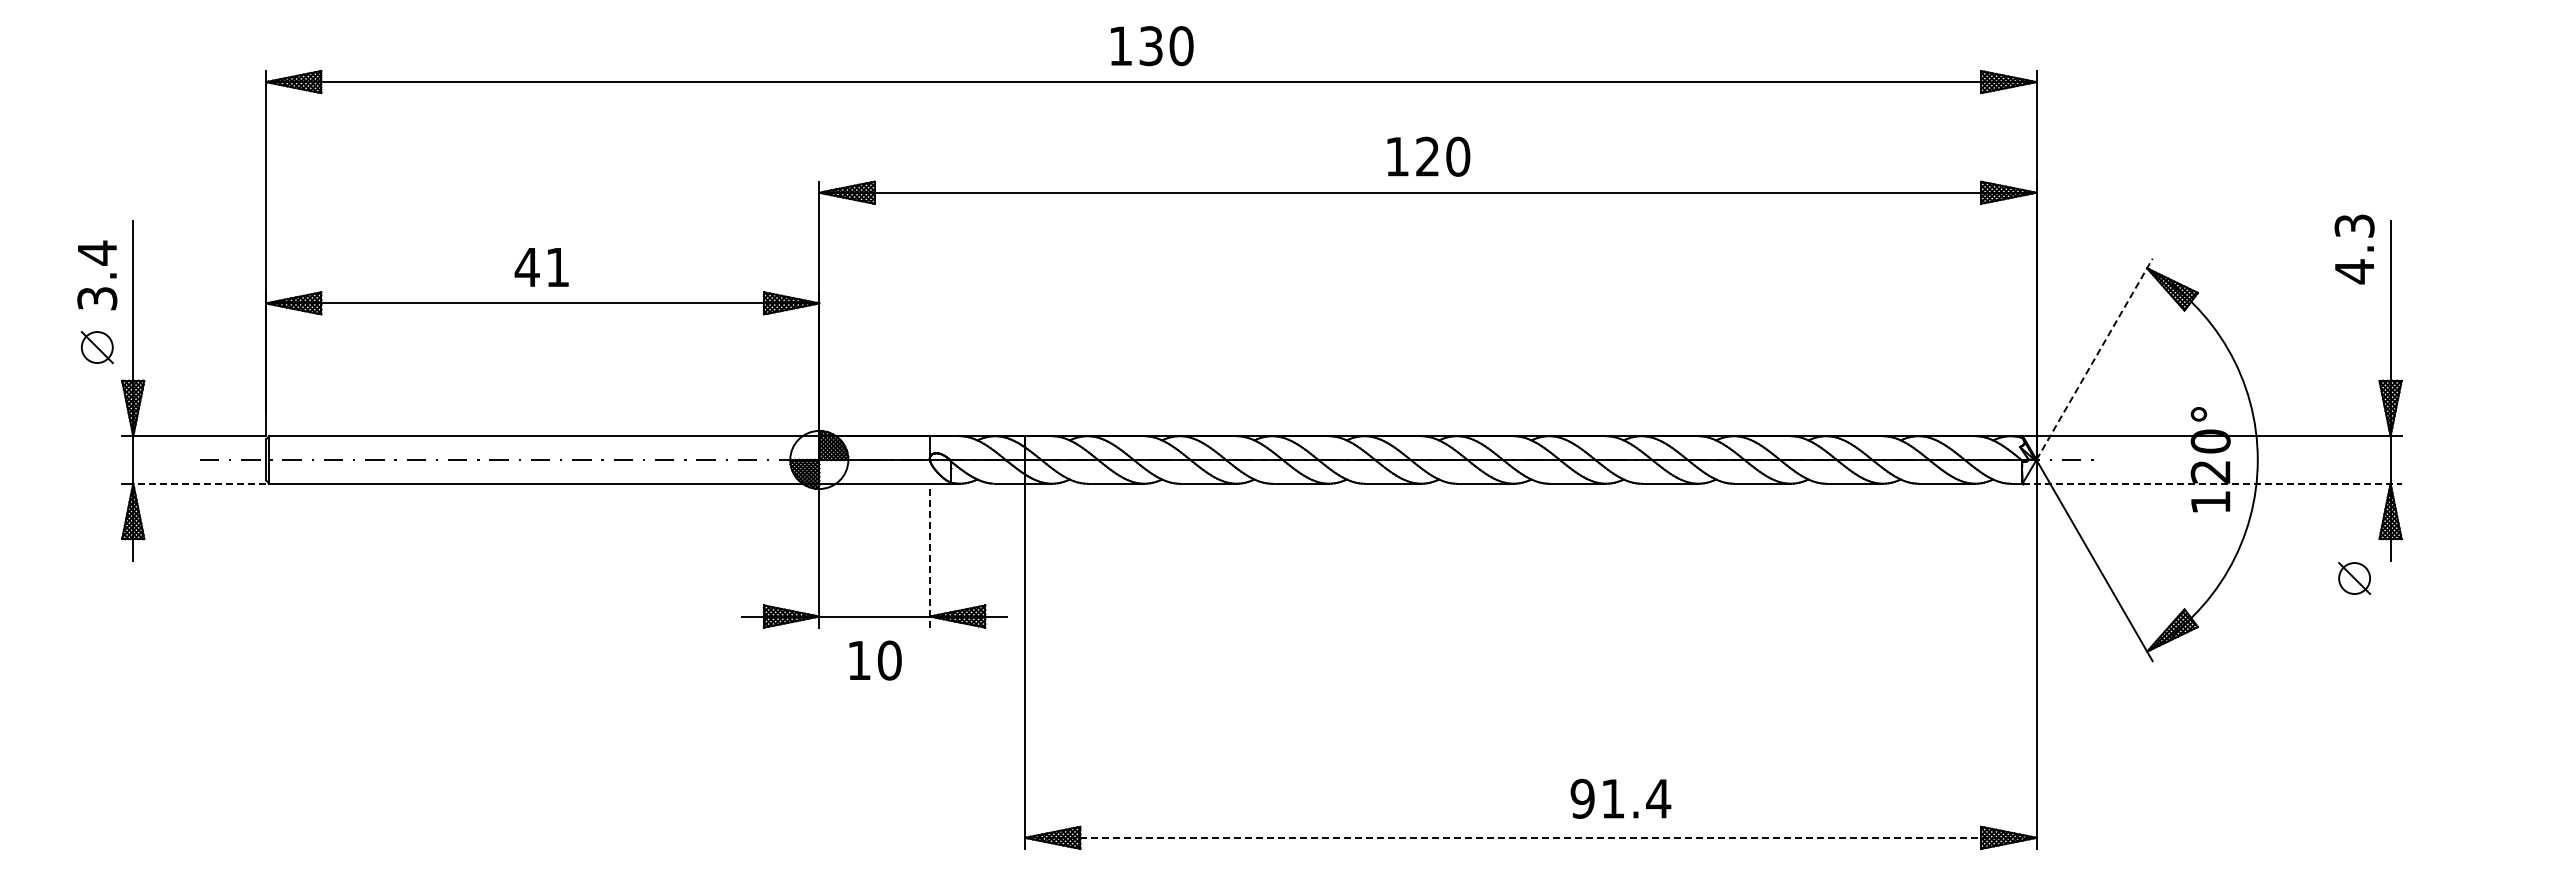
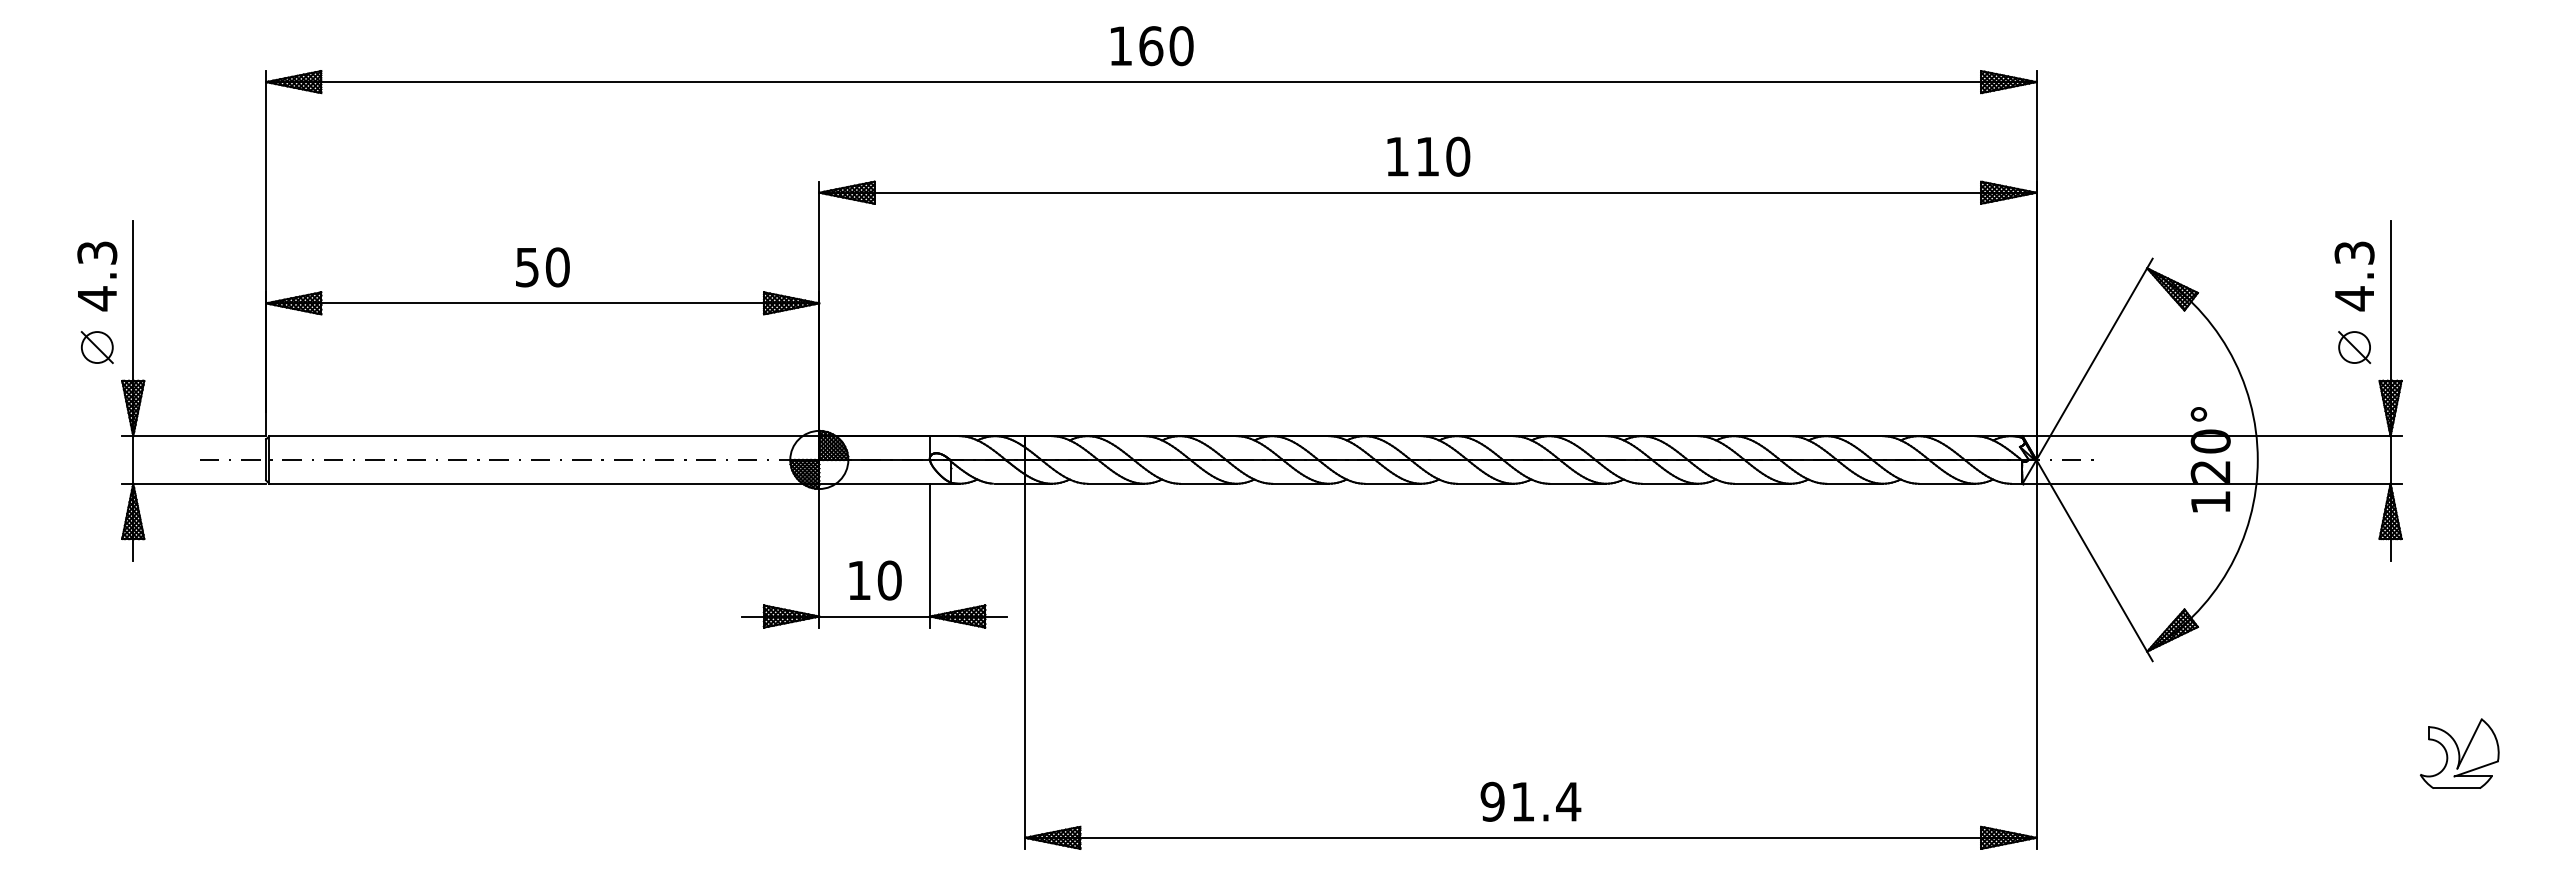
text at (1151, 46): 130 -> 160
text at (1427, 156): 120 -> 110
text at (2354, 249) position: (2354, 249) -> (2354, 276)
text at (541, 267): 41 -> 50
text at (97, 275): 3.4 -> 4.3
line at (2094, 358): dashed -> solid
line at (199, 483): dashed -> solid
line at (2212, 483): dashed -> solid
line at (929, 555): dashed -> solid
part at (2354, 578) position: (2354, 578) -> (2354, 347)
text at (875, 660) position: (875, 660) -> (875, 580)
part at (2459, 753): none -> present
text at (1620, 798) position: (1620, 798) -> (1530, 801)
line at (1530, 837): dashed -> solid
